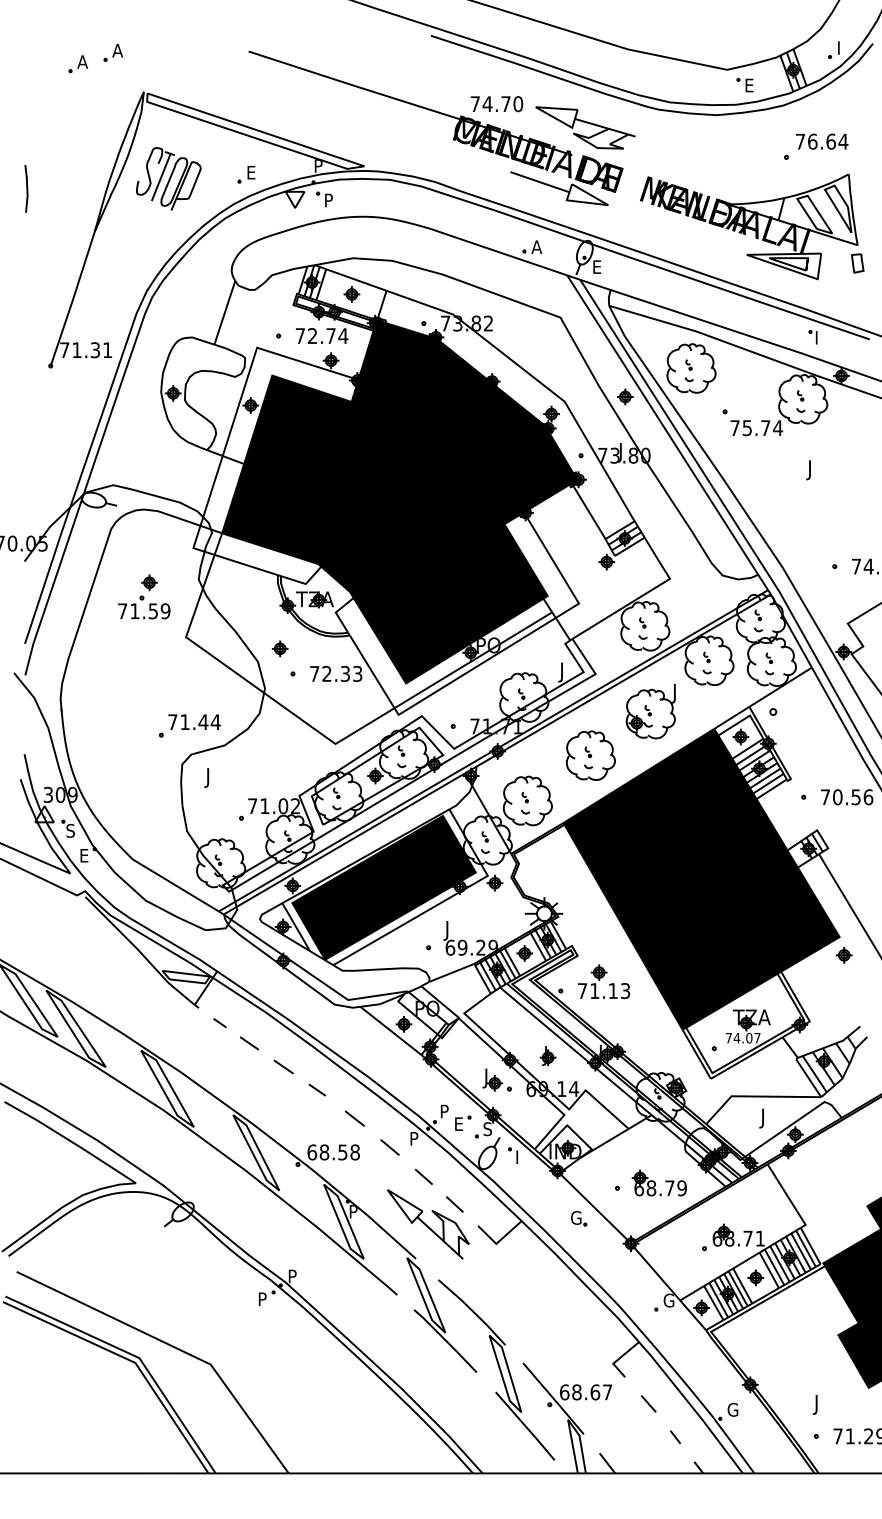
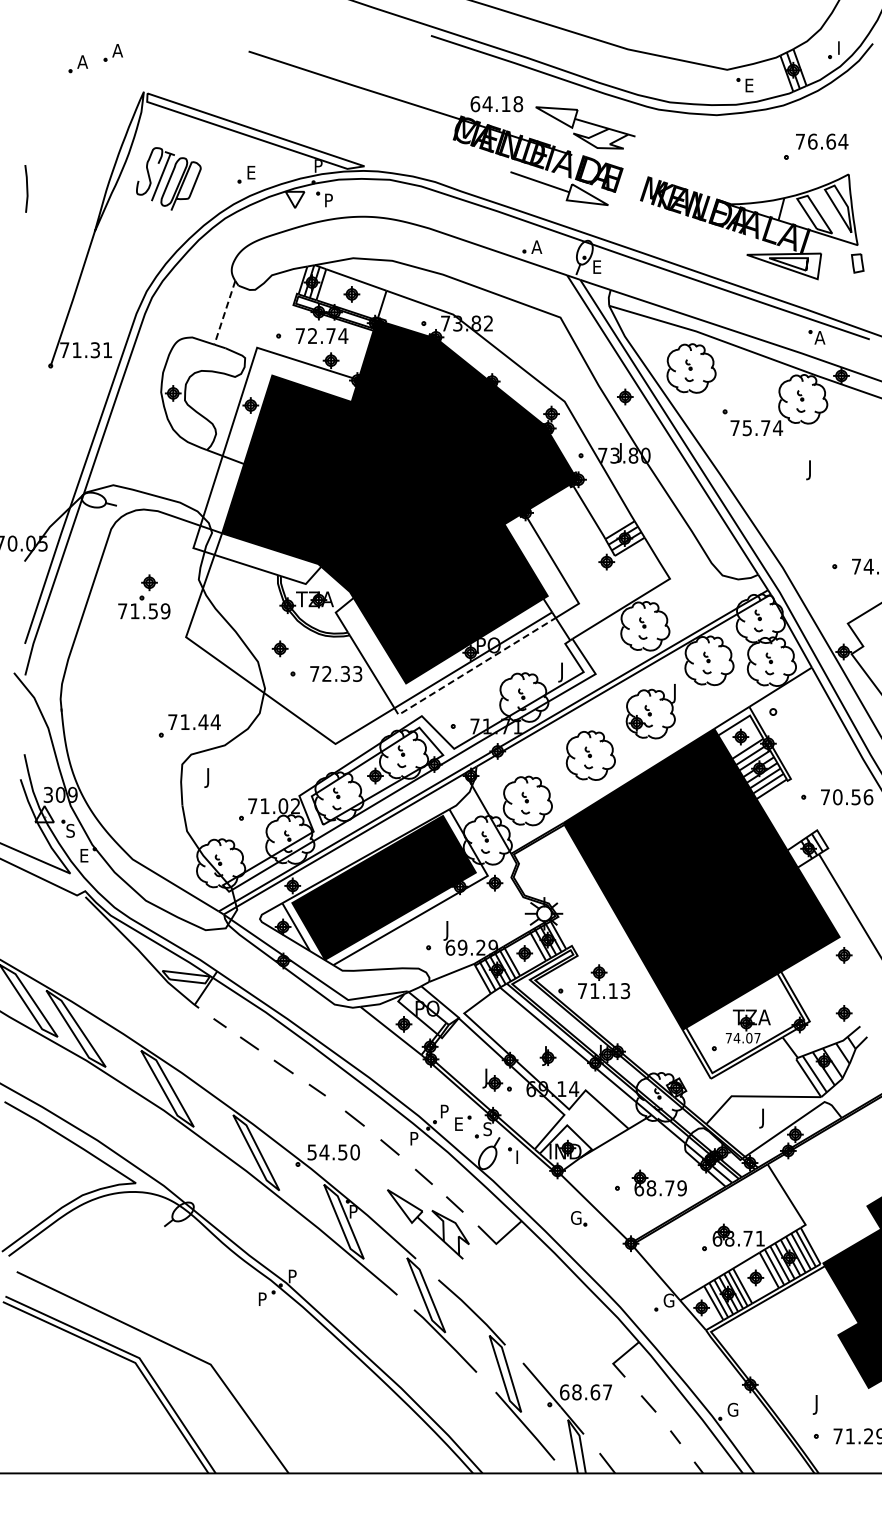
text at (496, 104): 74.70 -> 64.18
line at (224, 312): solid -> dashed
text at (819, 337): I -> A
line at (473, 668): solid -> dashed
part at (843, 1013): none -> present
text at (333, 1152): 68.58 -> 54.50
